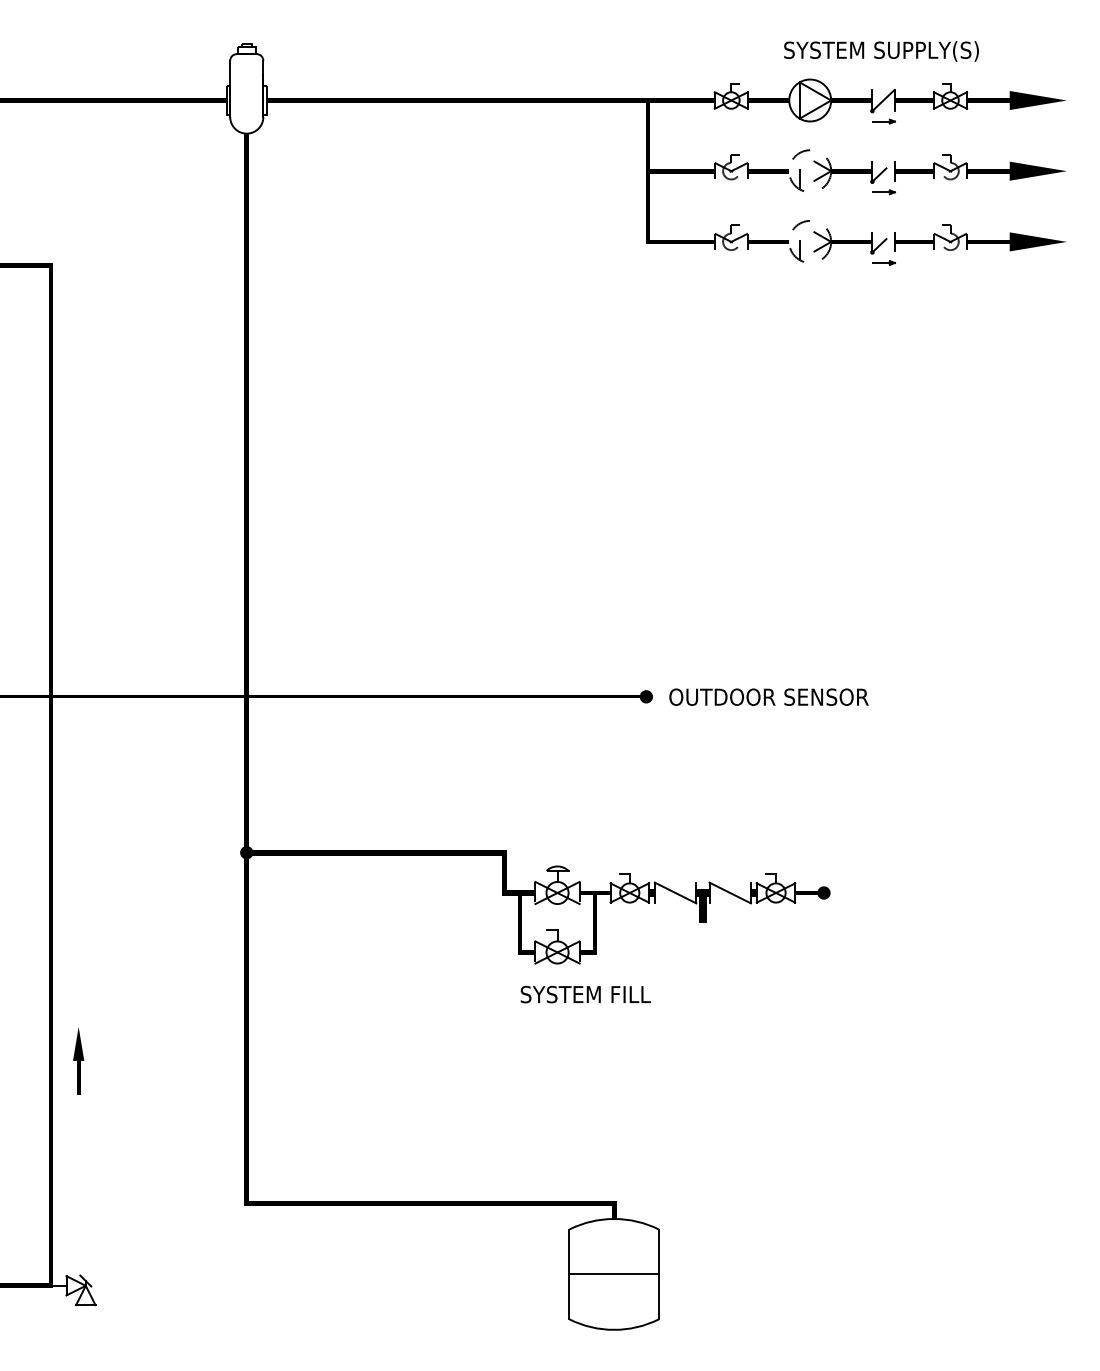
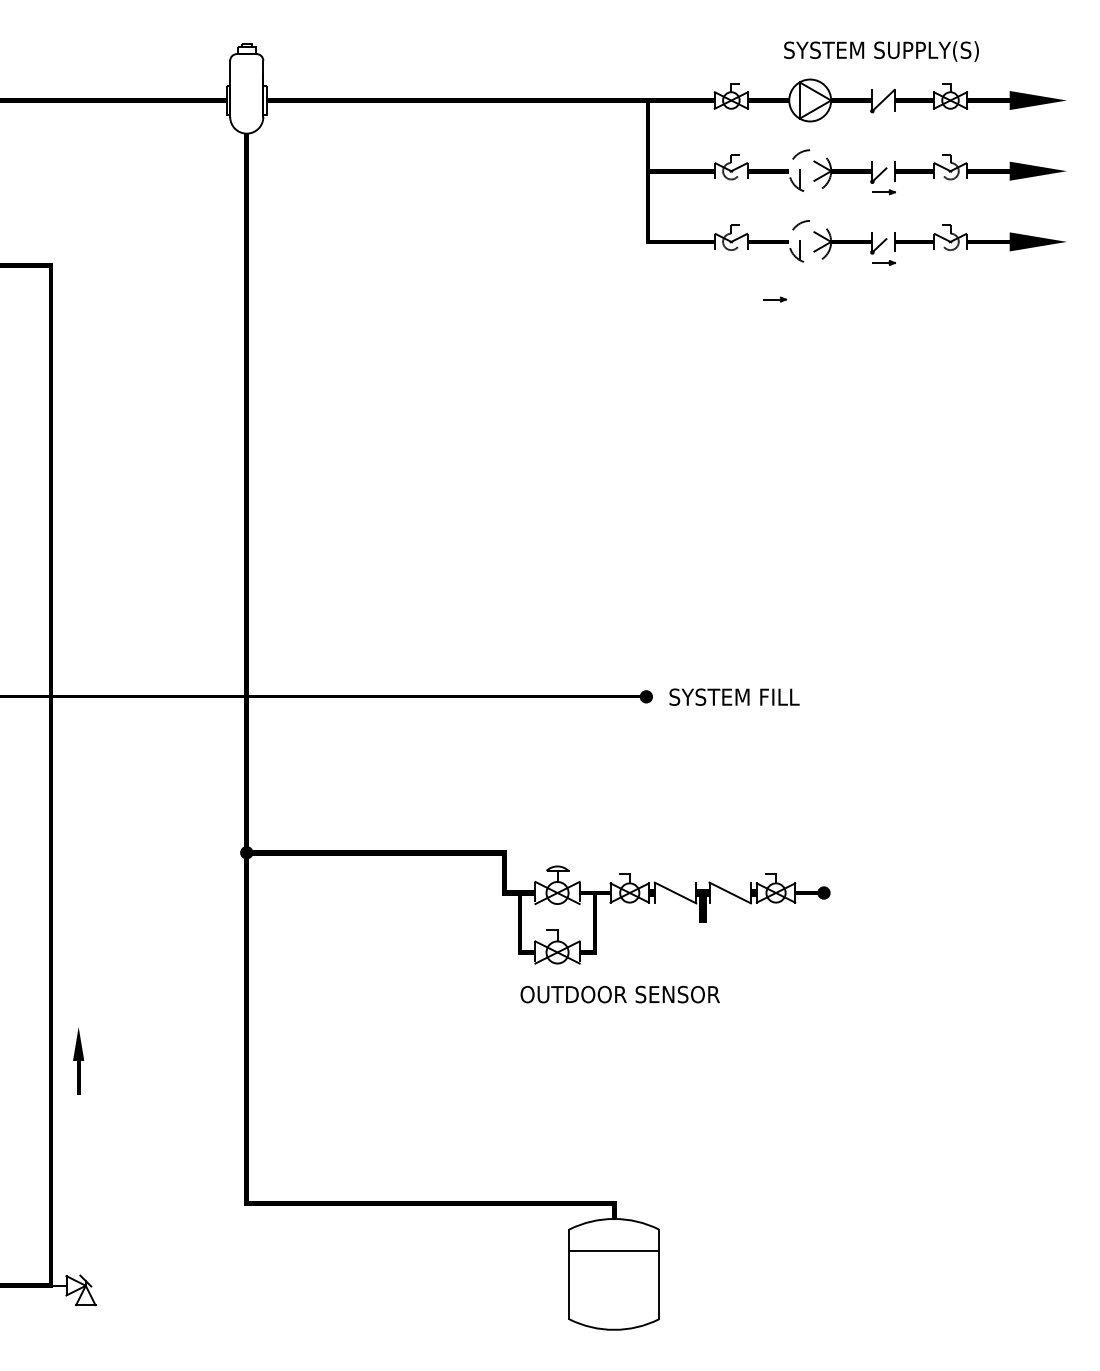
part at (883, 121) position: (883, 121) -> (774, 299)
text at (768, 696): OUTDOOR SENSOR -> SYSTEM FILL
text at (619, 994): SYSTEM FILL -> OUTDOOR SENSOR
line at (613, 1274) position: (613, 1274) -> (613, 1251)
